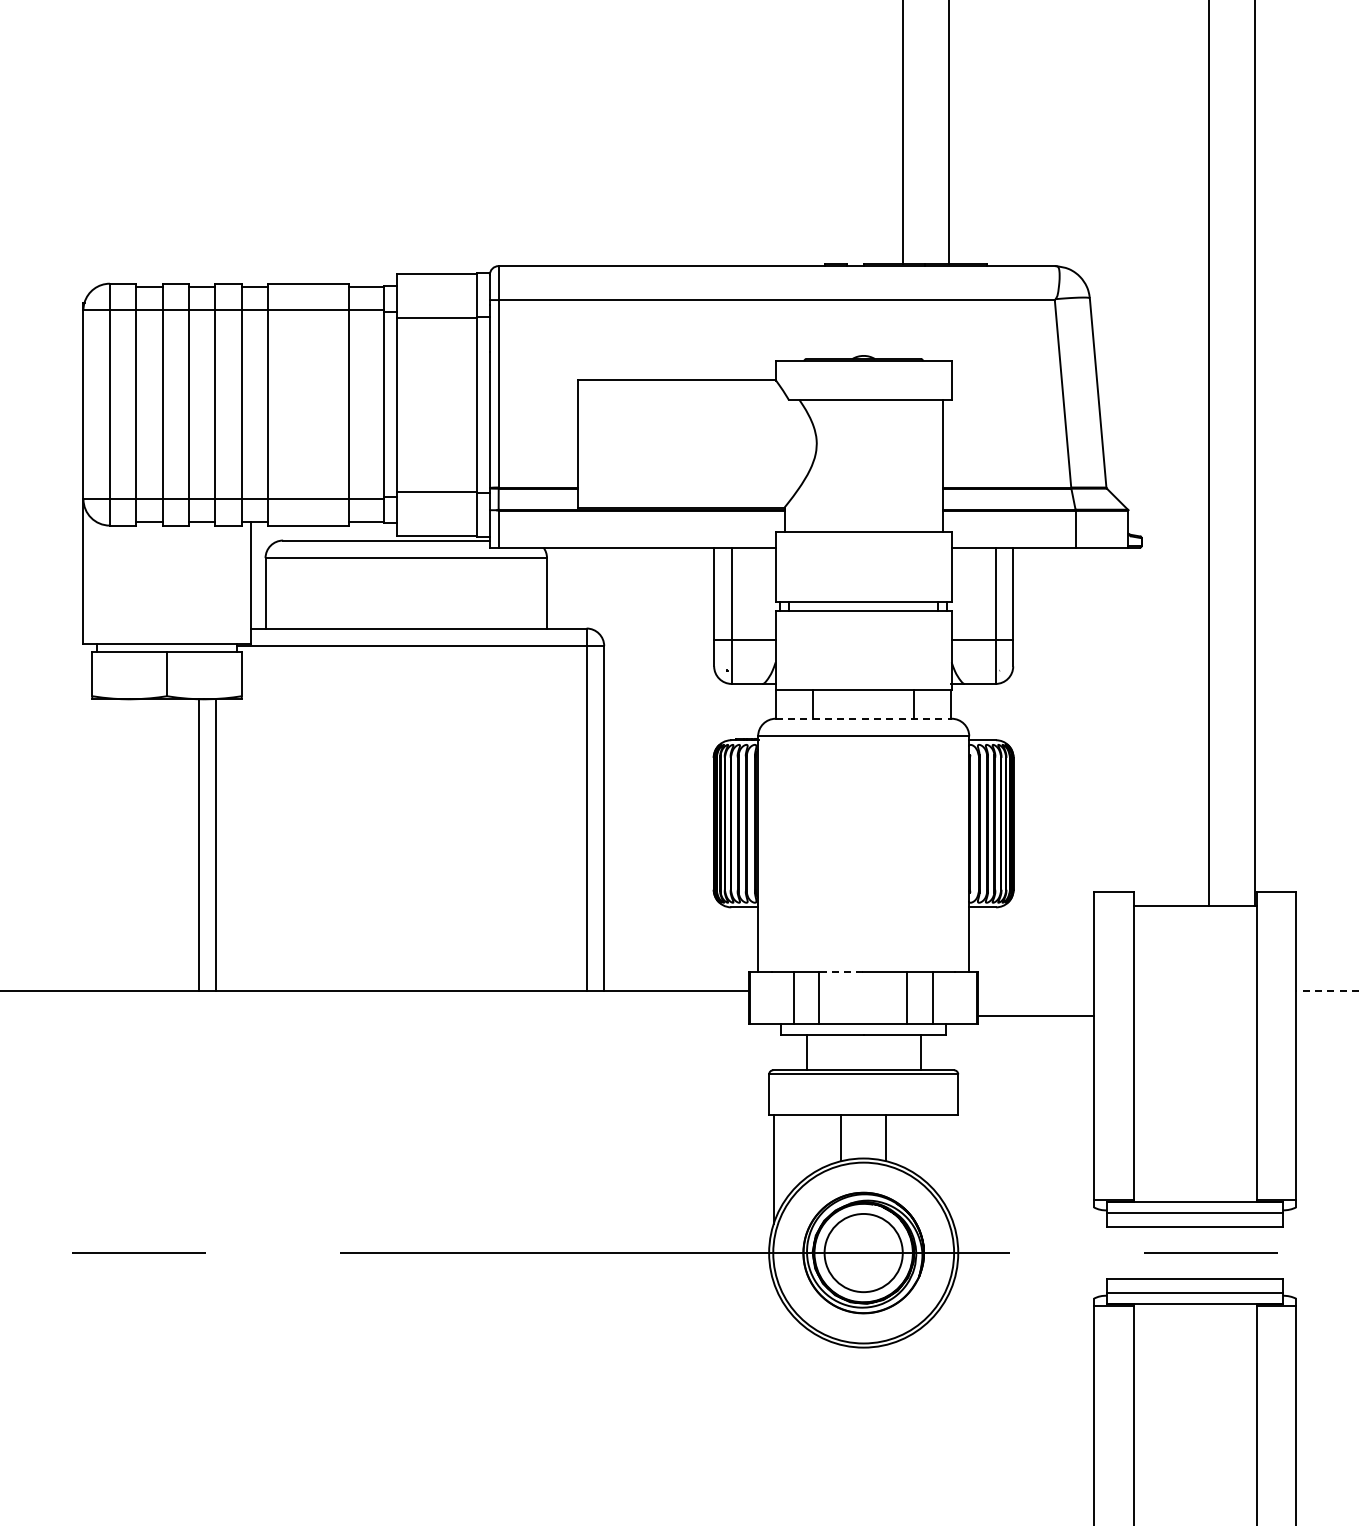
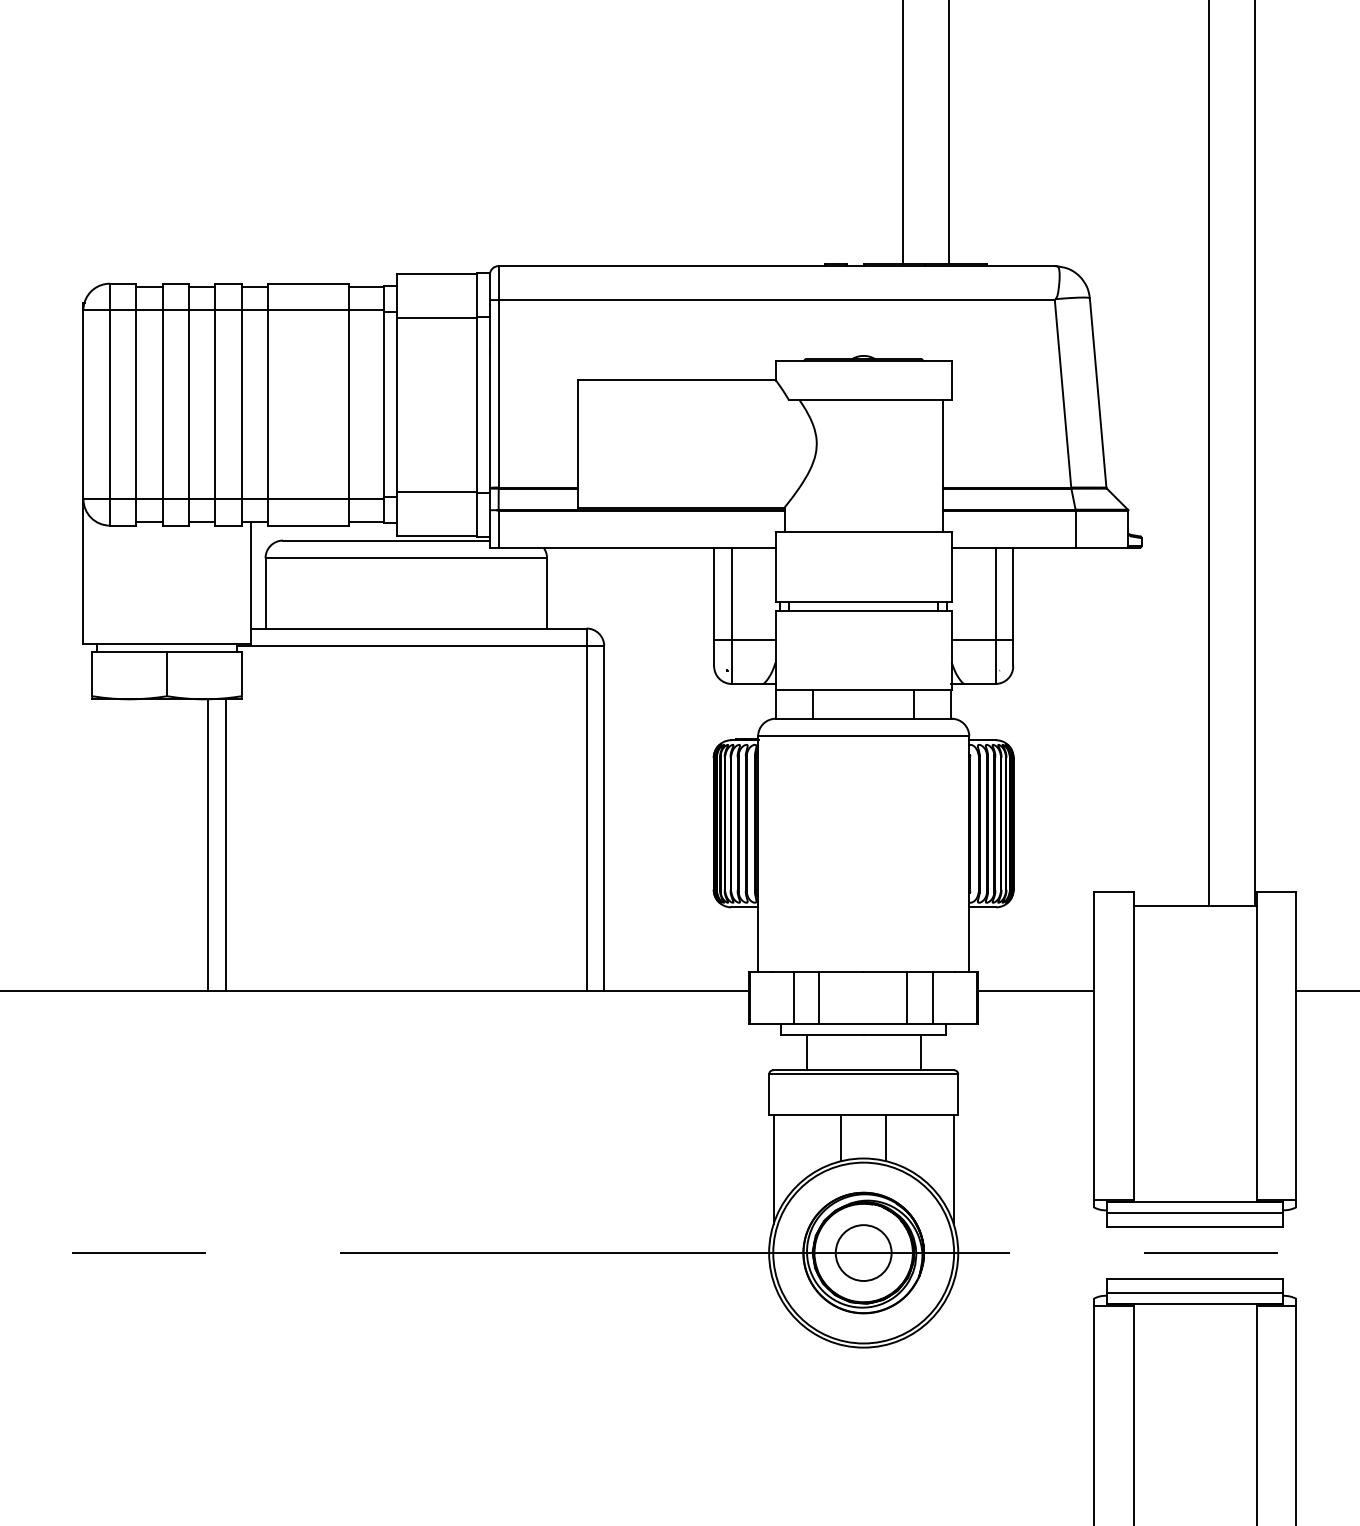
line at (863, 718): dashed -> solid
line at (199, 844) position: (199, 844) -> (208, 844)
line at (215, 844) position: (215, 844) -> (225, 844)
line at (841, 971): dashed -> solid
line at (1327, 990): dashed -> solid
line at (1035, 1015) position: (1035, 1015) -> (1035, 990)
line at (953, 1168): none -> present
circle at (863, 1252) diameter: 78 px -> 56 px
